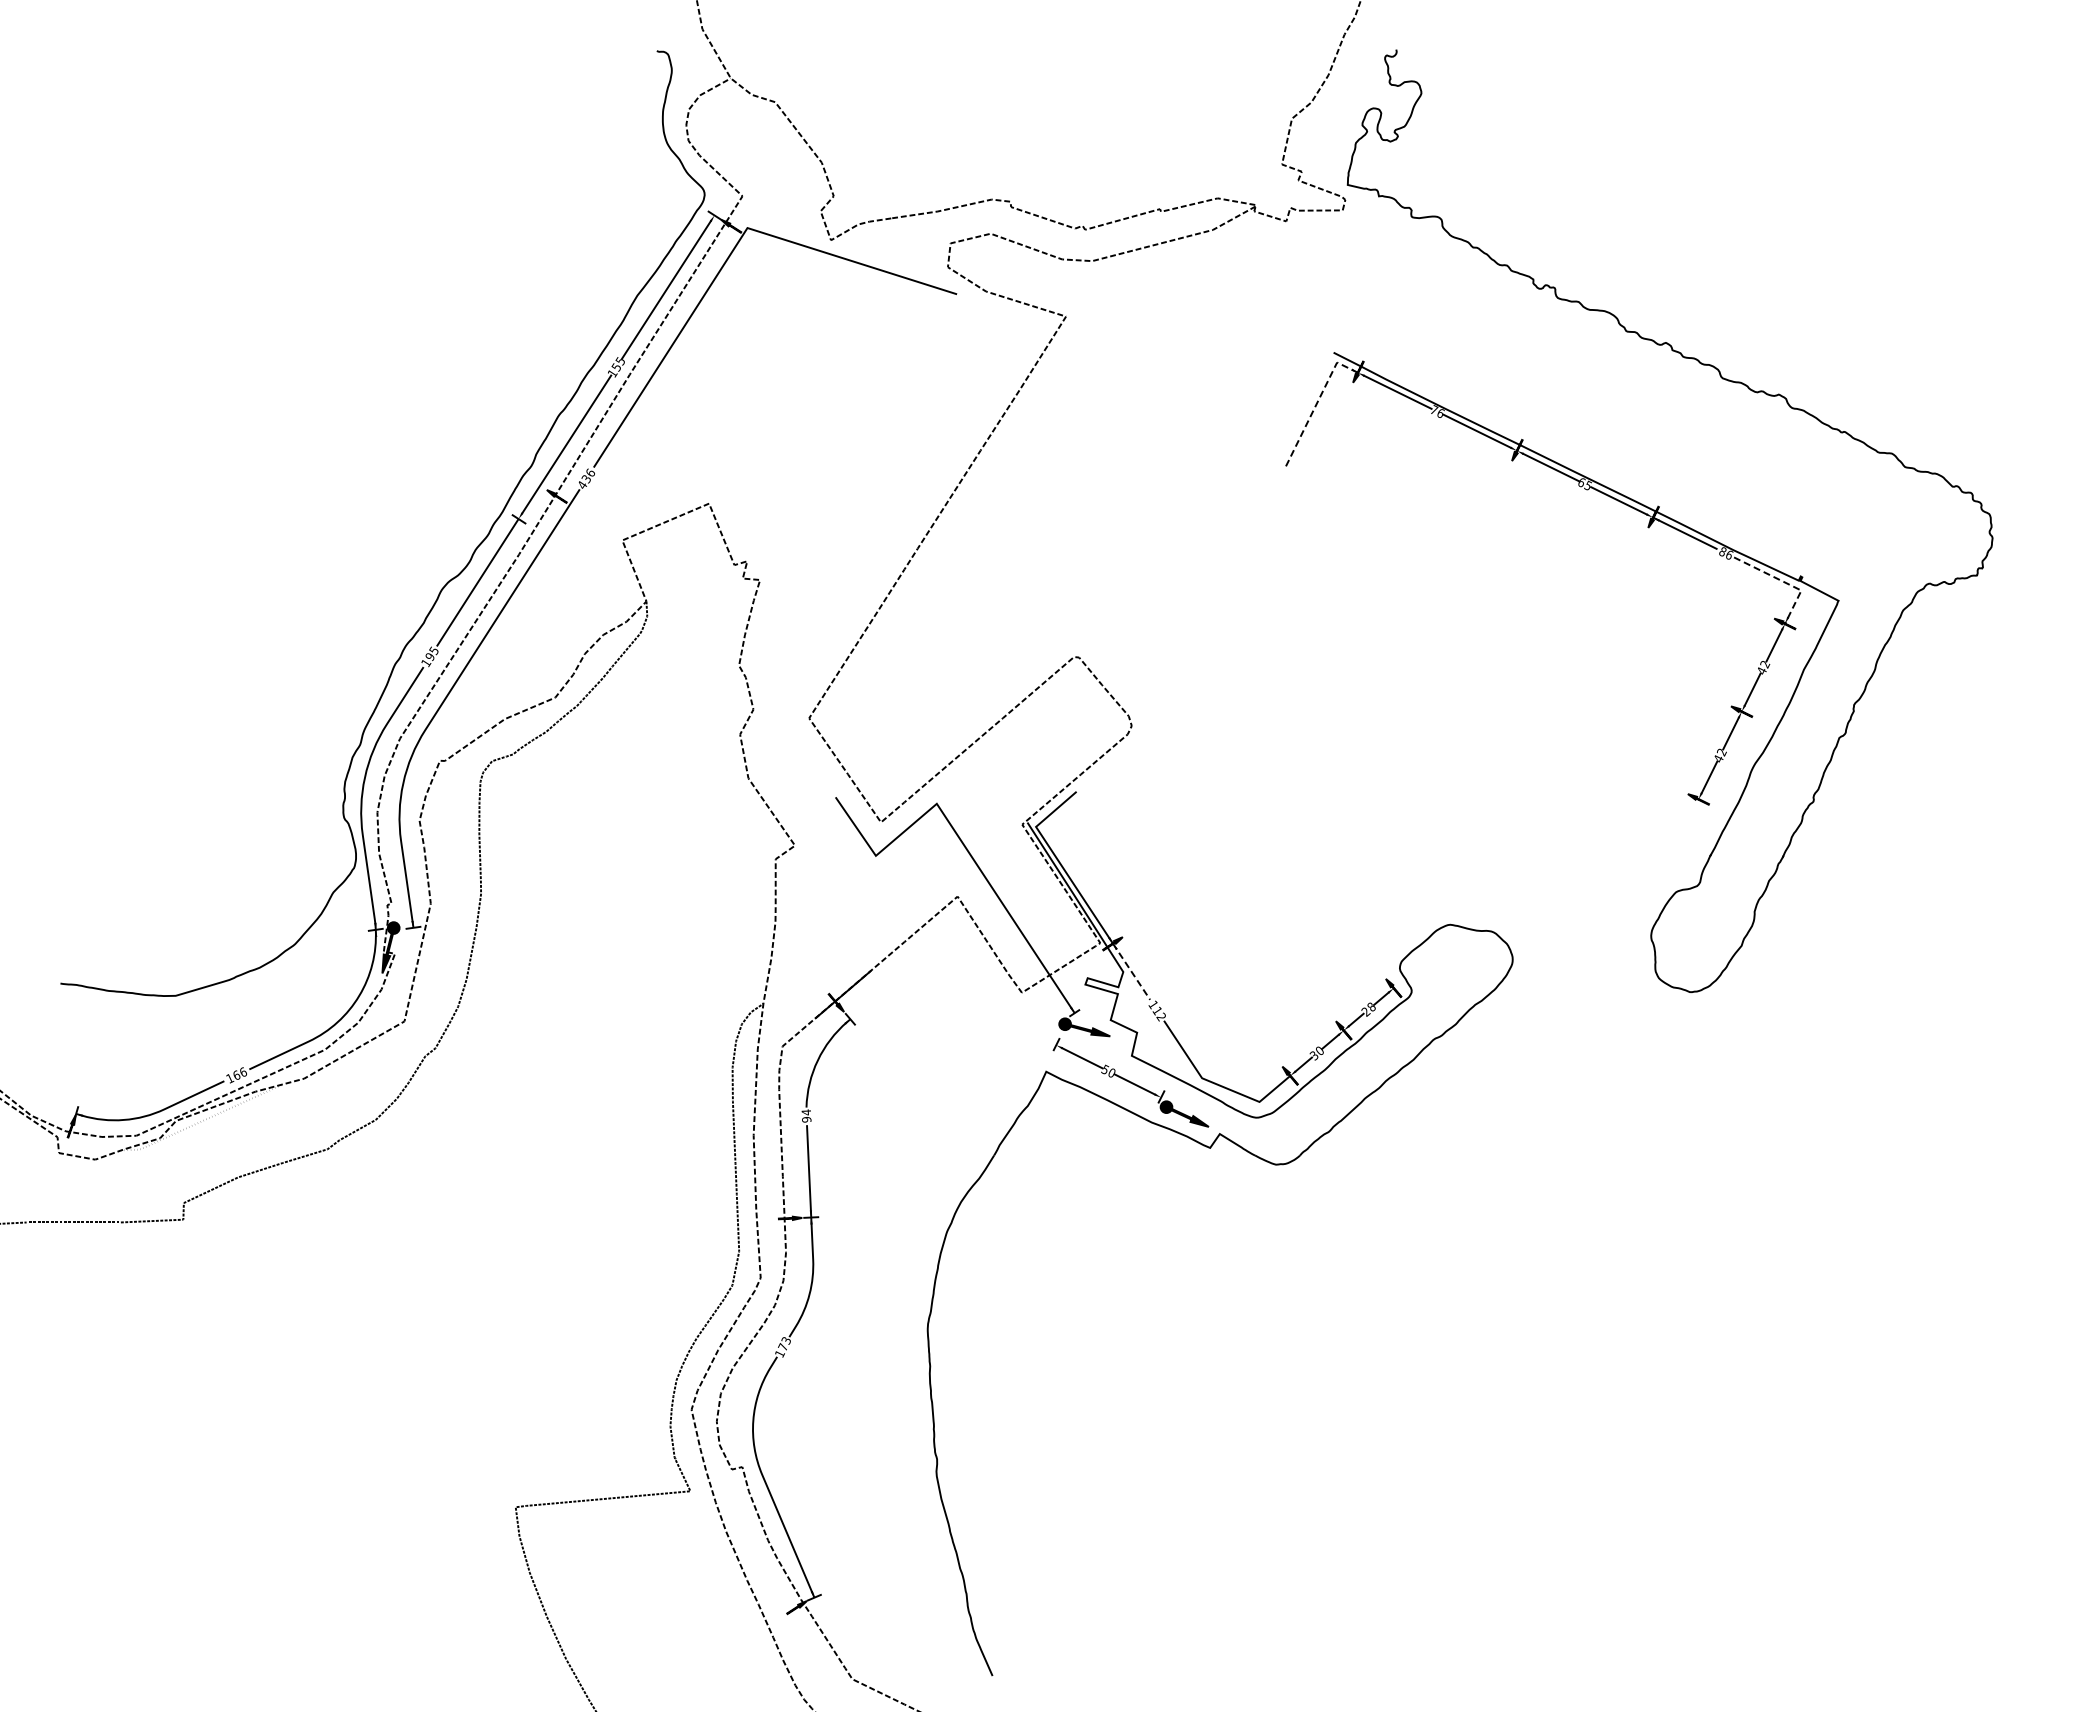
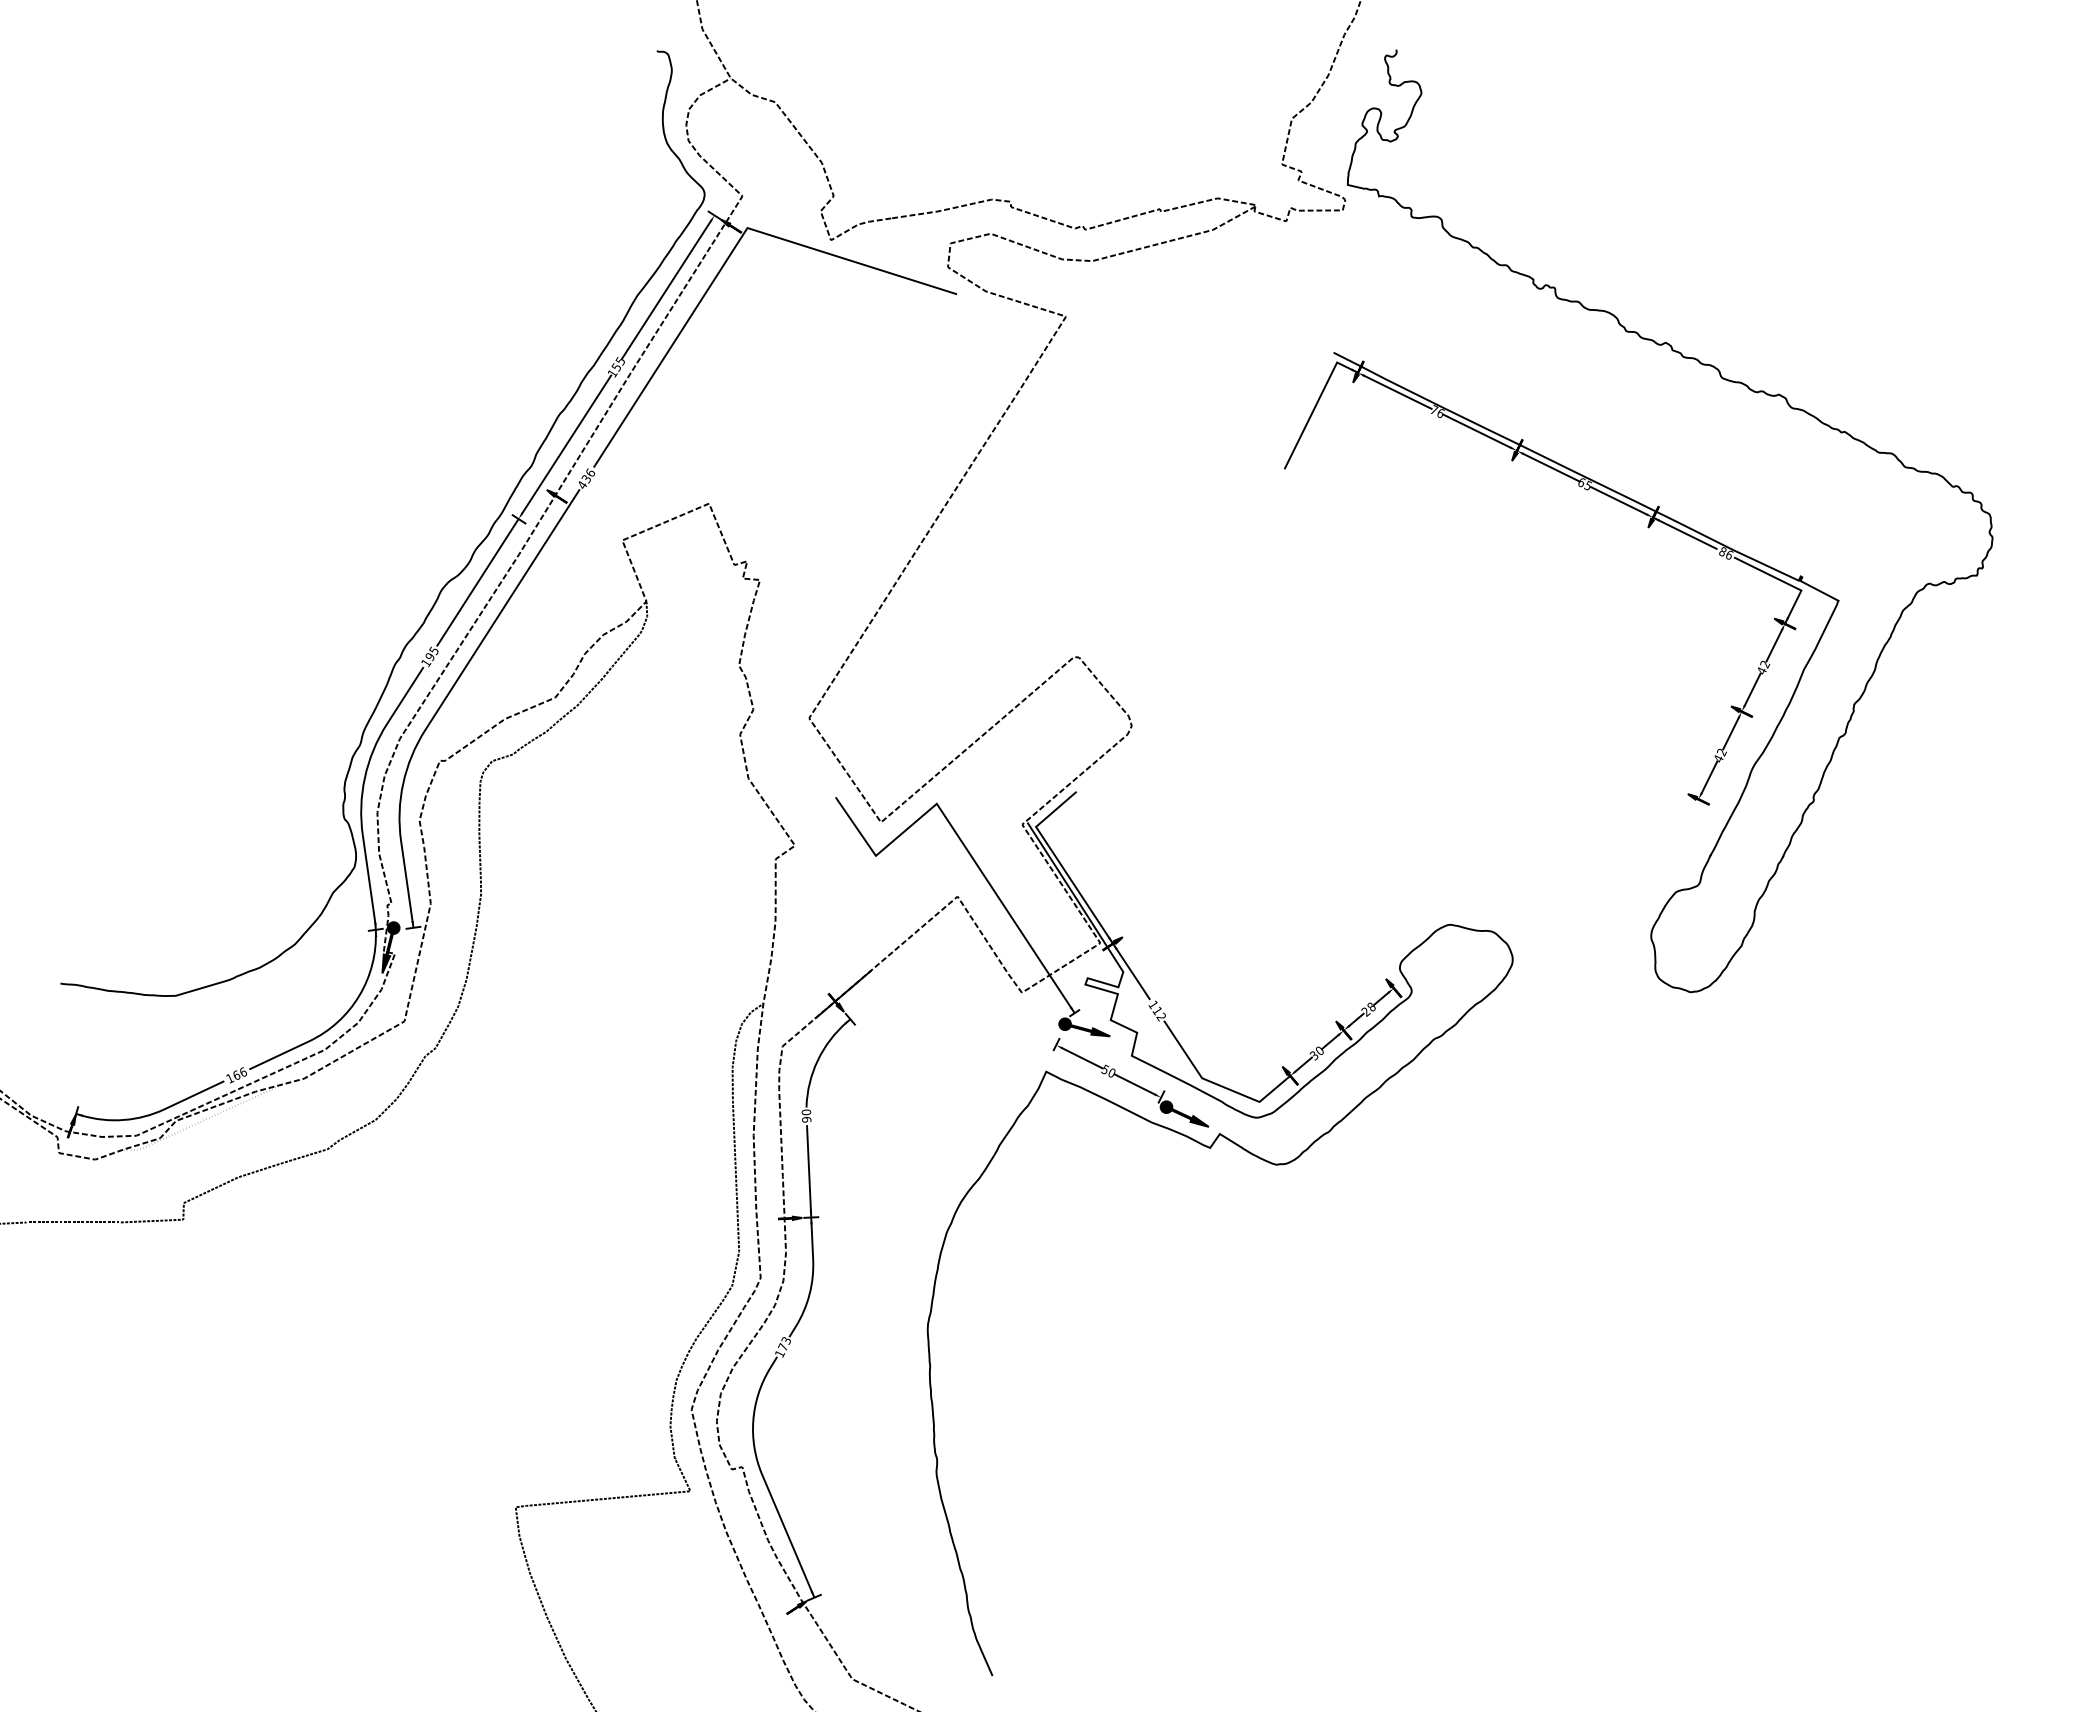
line at (1316, 405): dashed -> solid
line at (1785, 582): dashed -> solid
line at (1131, 971): dashed -> solid
text at (806, 1112): 94 -> 90
